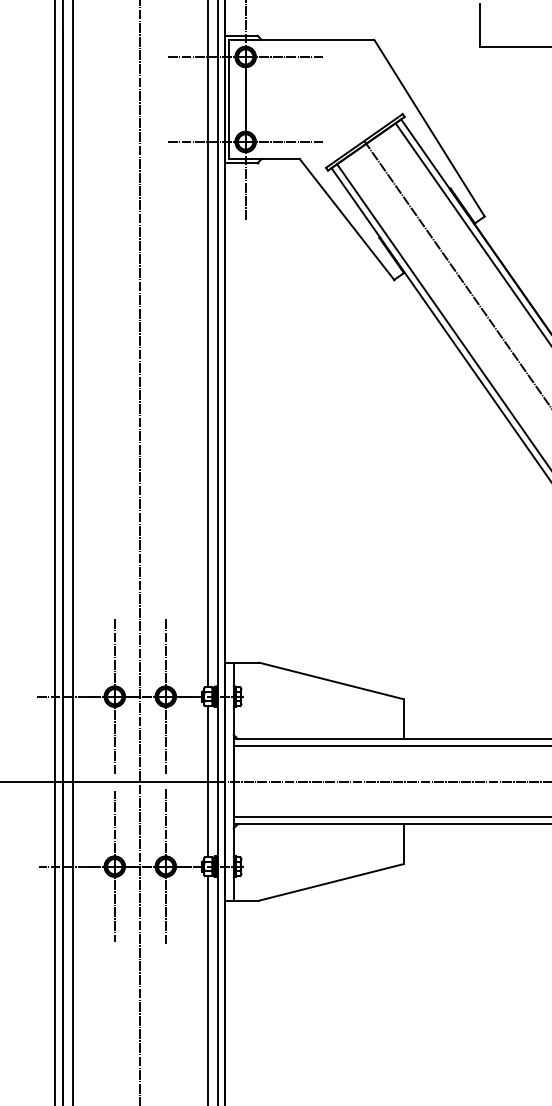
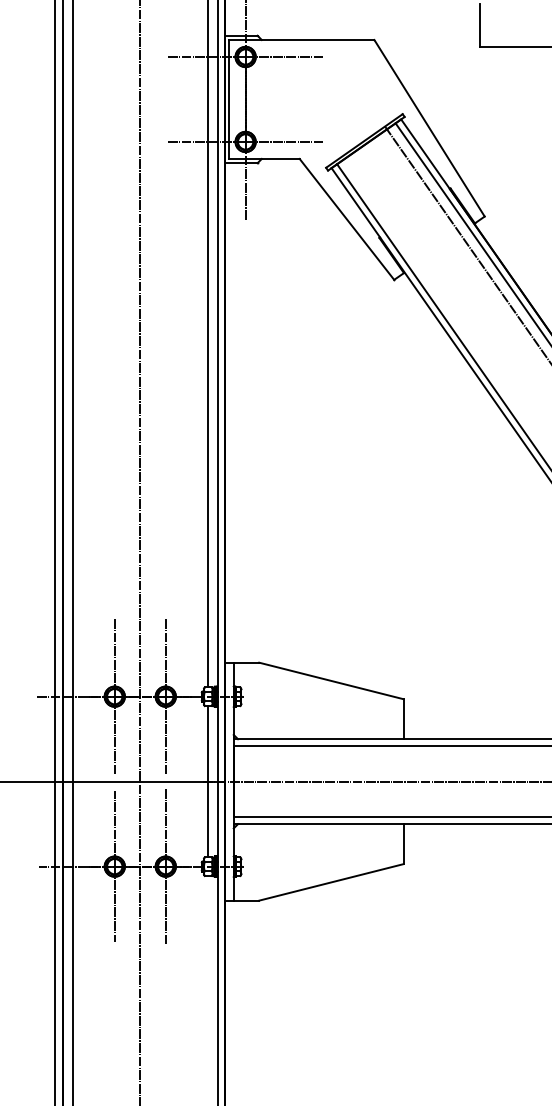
line at (456, 272) position: (456, 272) -> (466, 243)
line at (207, 989): present -> none
